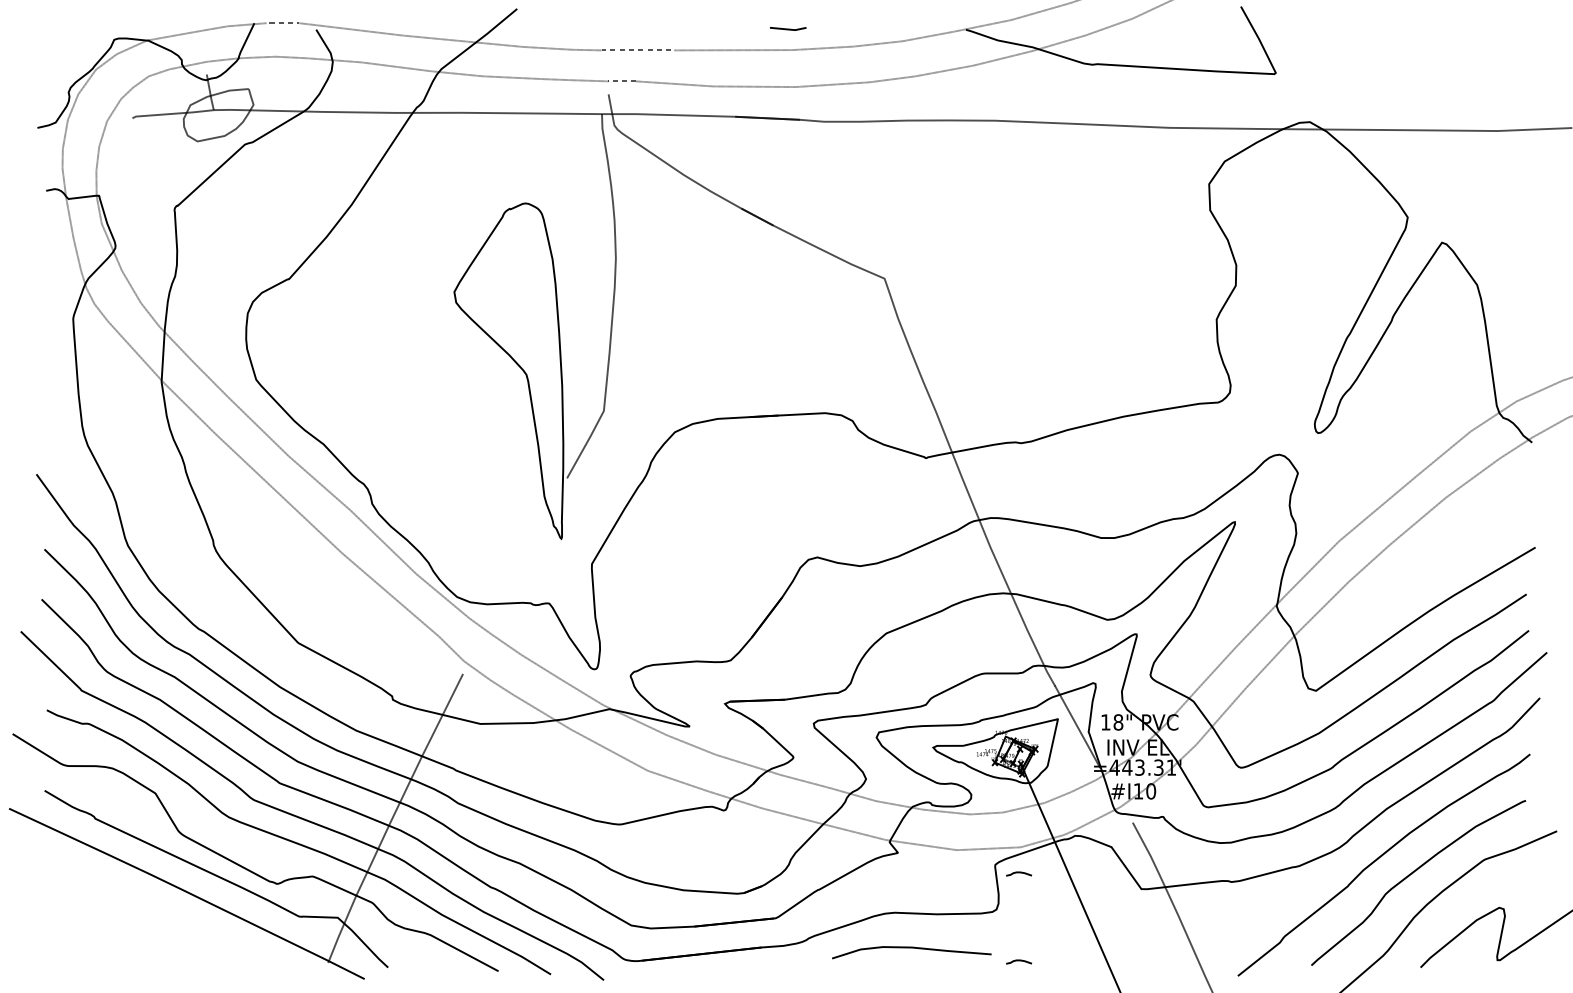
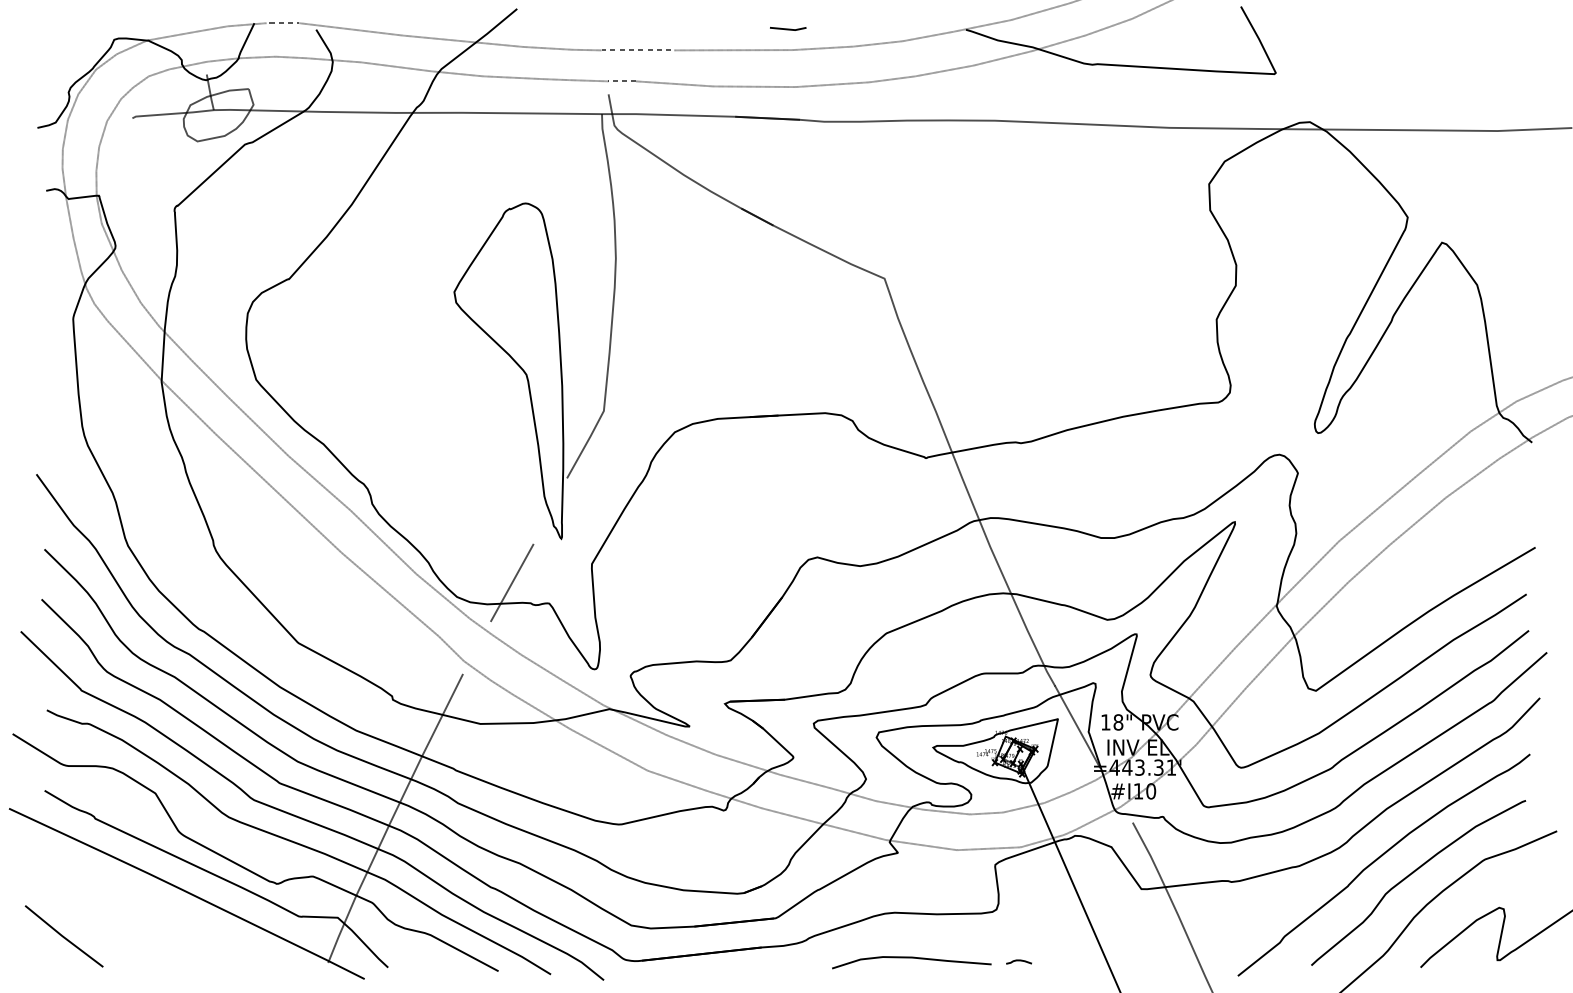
line at (512, 582): none -> present
curve at (1018, 873): present -> none
line at (63, 936): none -> present
curve at (911, 948) position: (911, 948) -> (911, 958)
